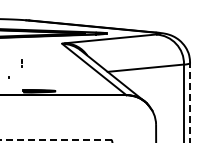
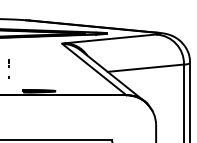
part at (21, 63) position: (21, 63) -> (8, 63)
line at (190, 102): dashed -> solid
line at (55, 139): dashed -> solid
